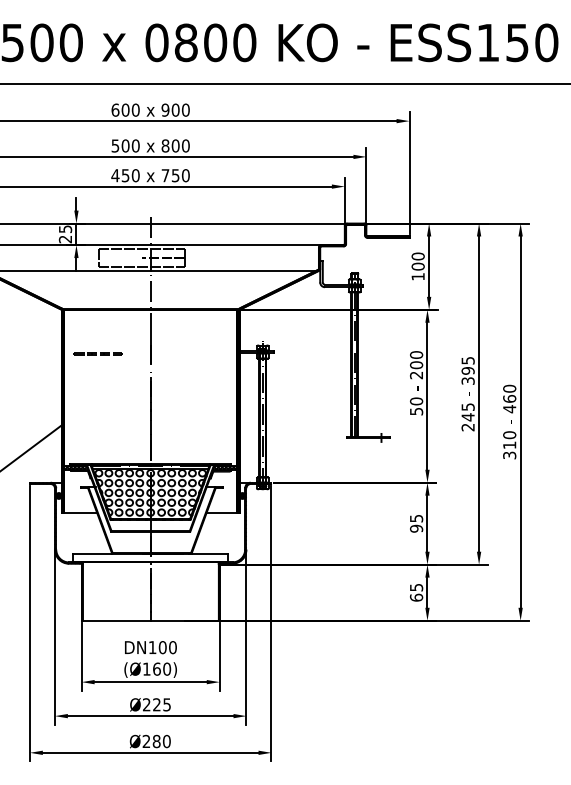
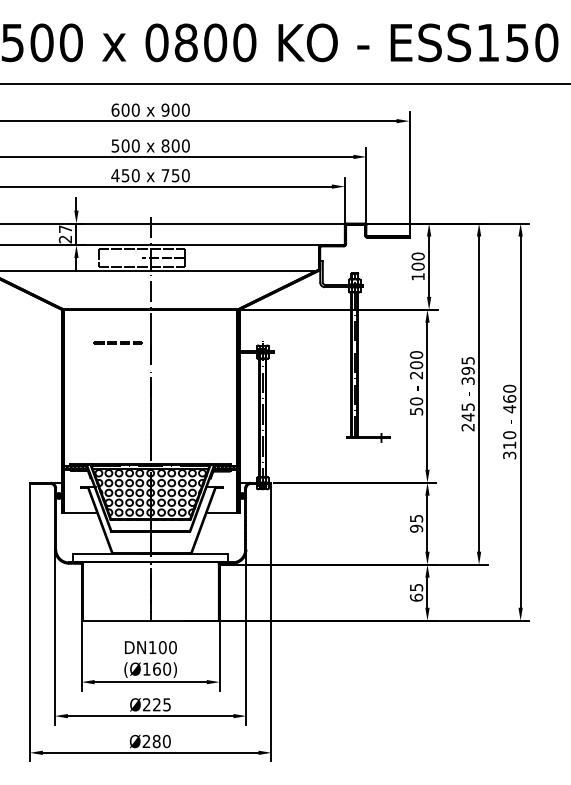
text at (65, 229): 25 -> 27
line at (96, 353) position: (96, 353) -> (116, 342)
line at (32, 446): present -> none
